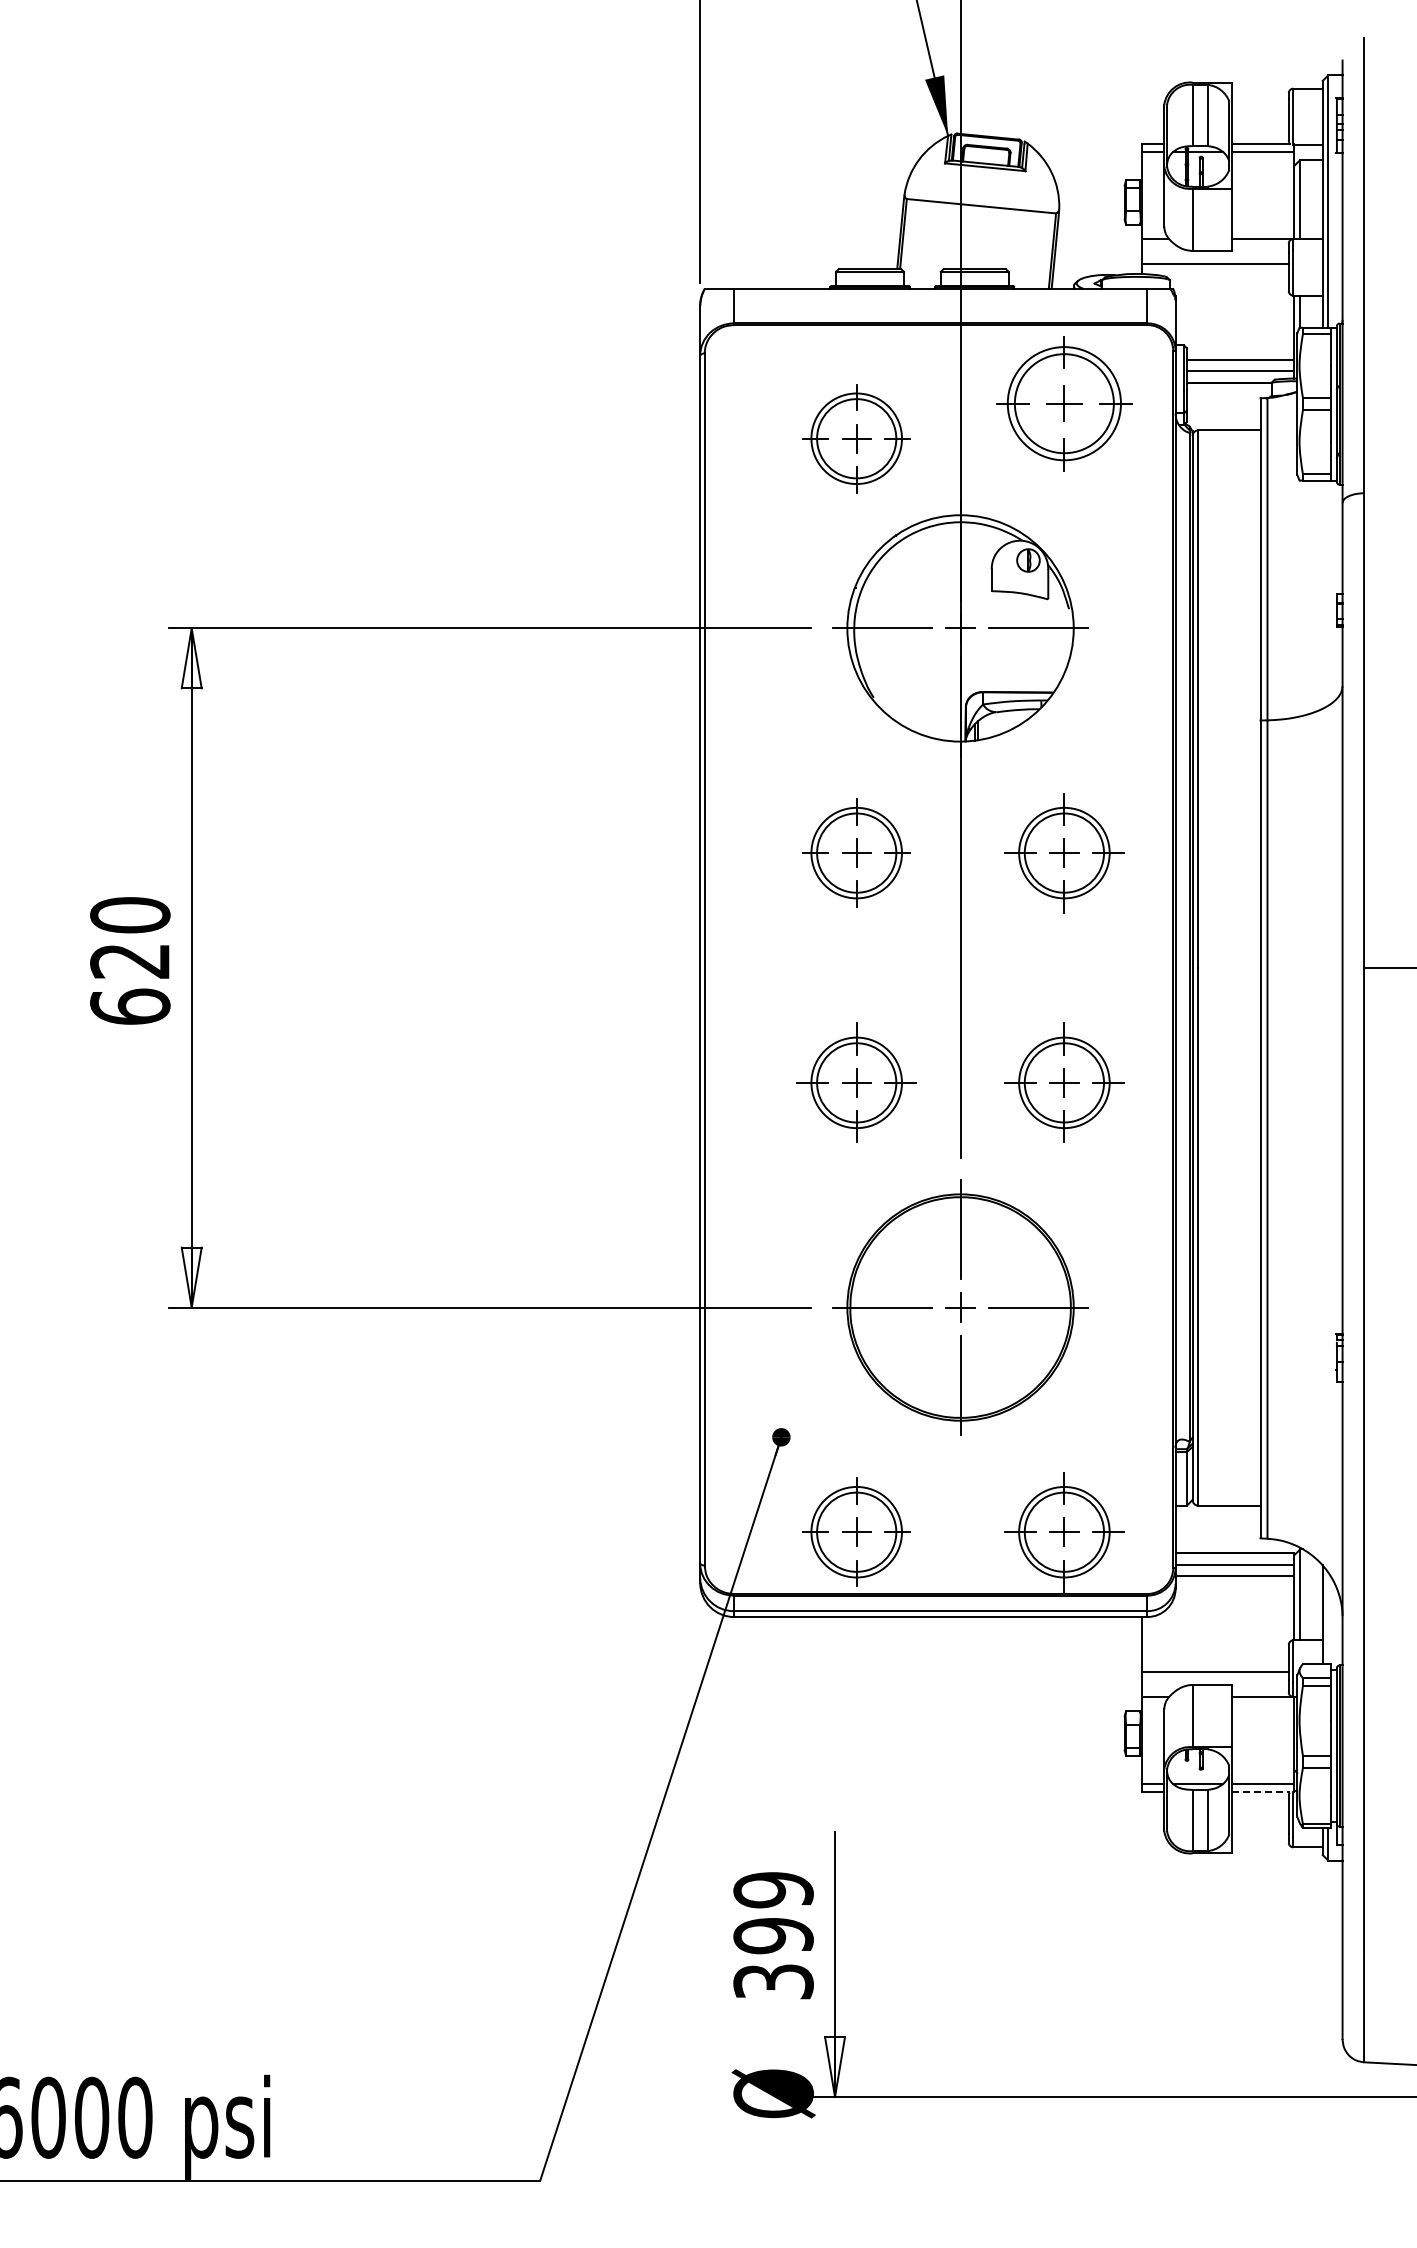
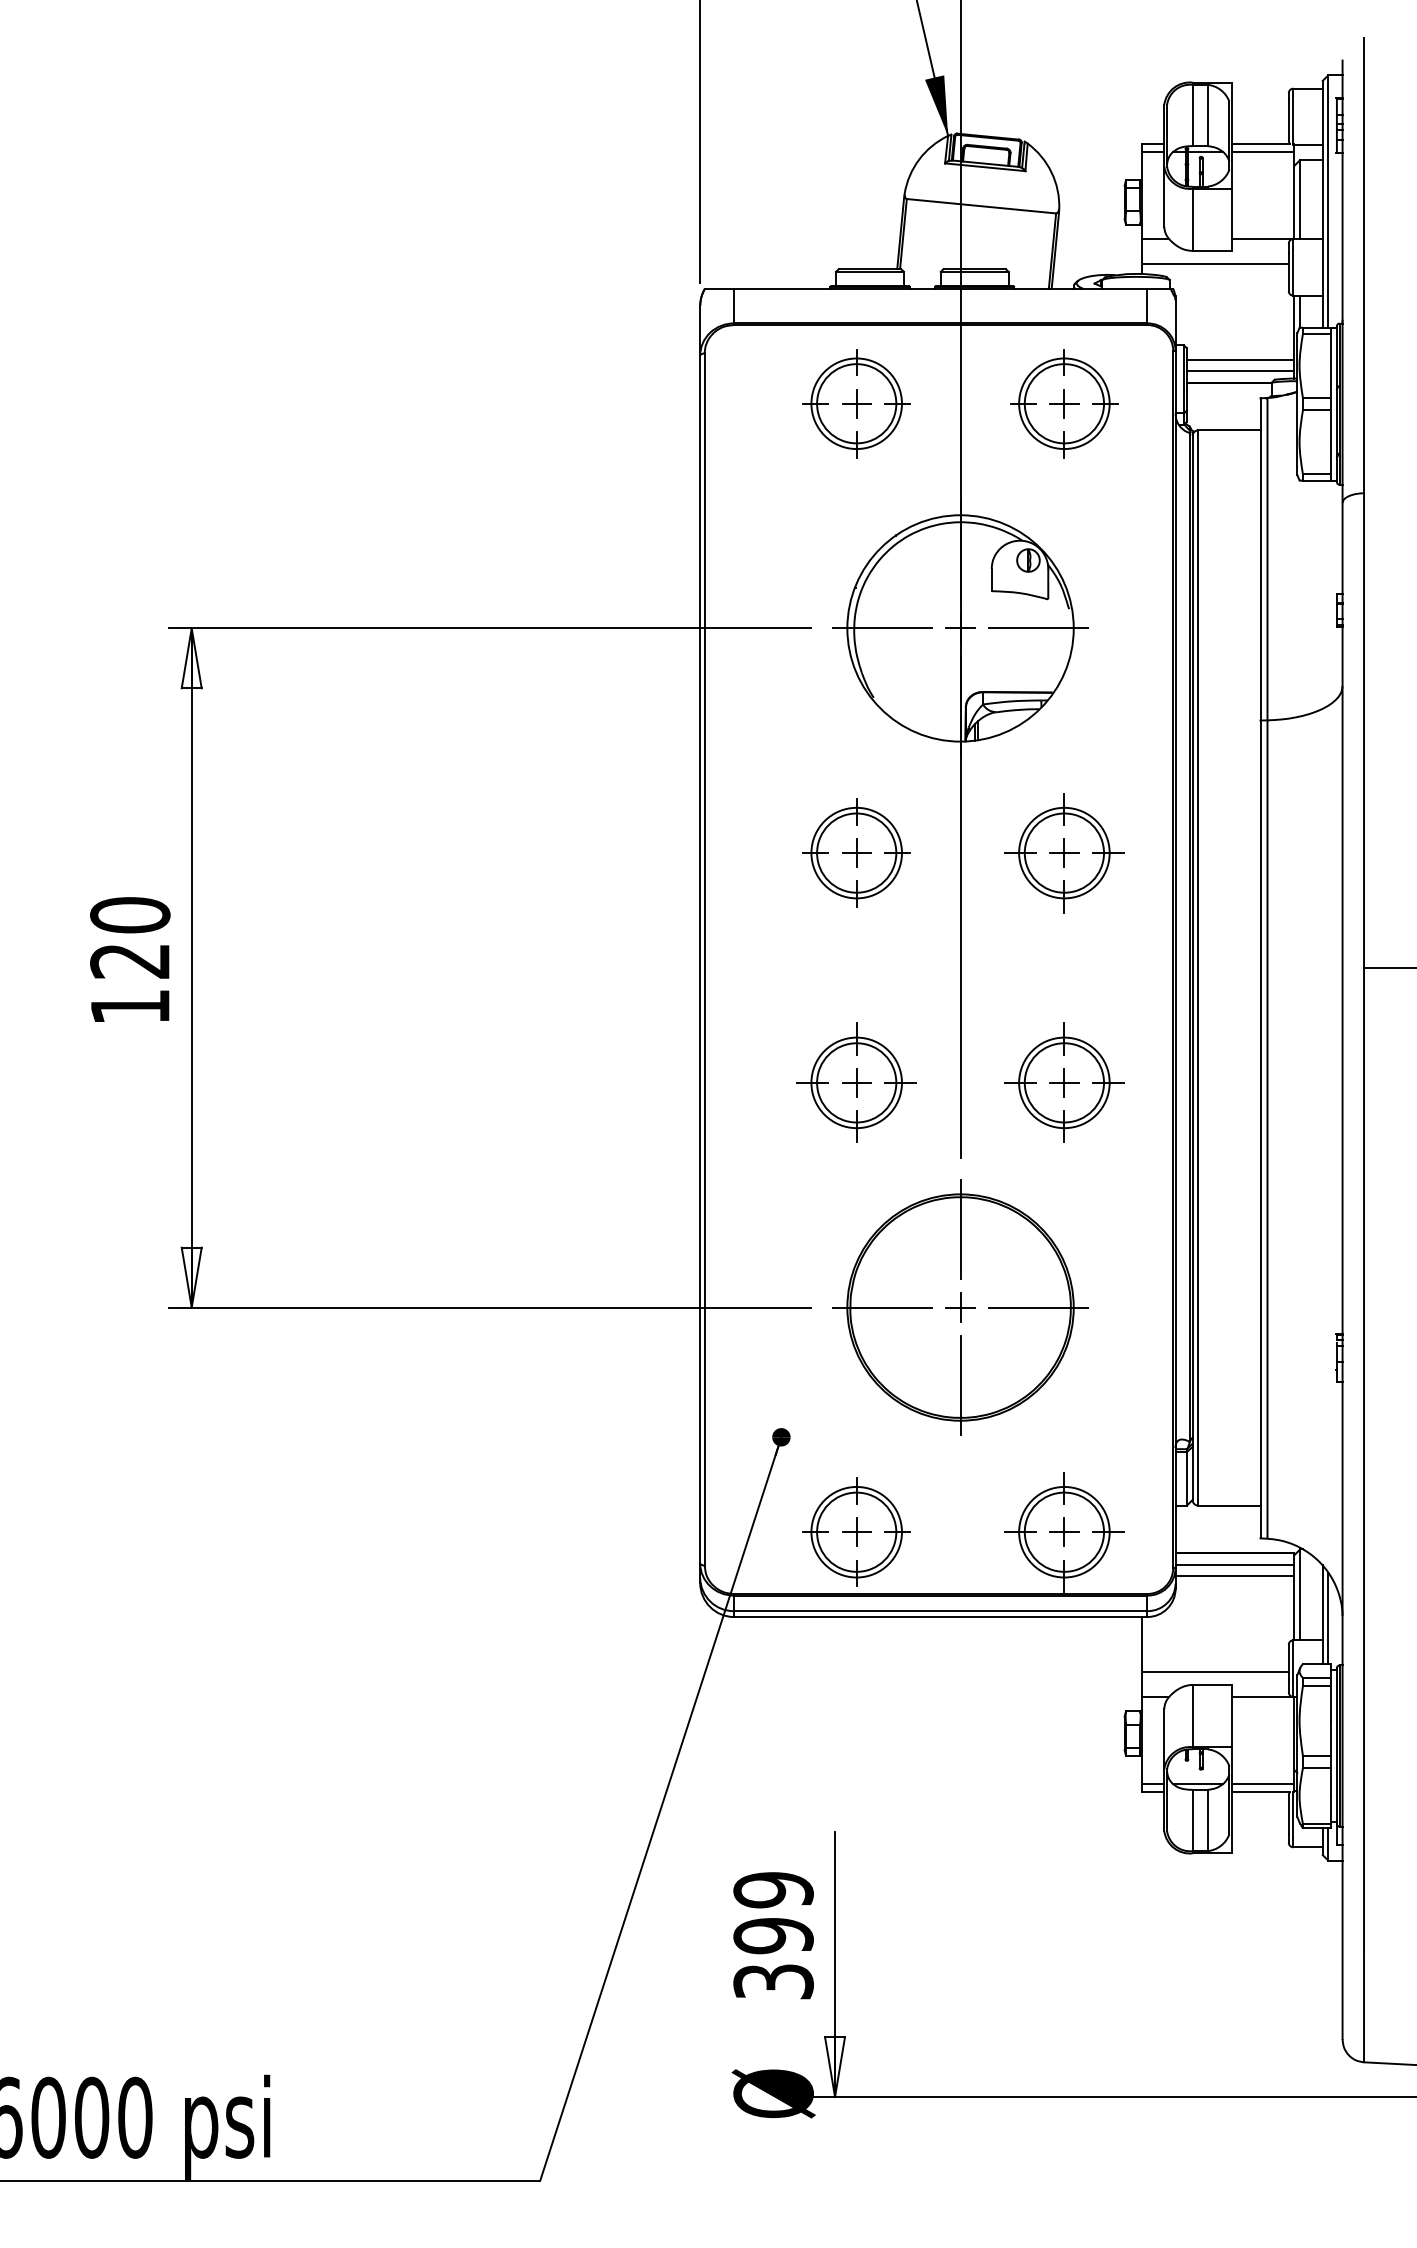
part at (1064, 403) size: 137x136 px -> 109x110 px
part at (856, 438) position: (856, 438) -> (856, 403)
text at (130, 1006): 620 -> 120
line at (1328, 1618): none -> present
line at (1261, 1792): dashed -> solid
